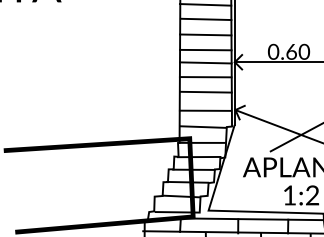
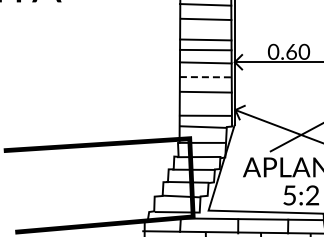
line at (205, 34) position: (205, 34) -> (205, 39)
line at (205, 77): solid -> dashed
line at (204, 110) position: (204, 110) -> (204, 115)
text at (289, 195): 1:2 -> 5:2
